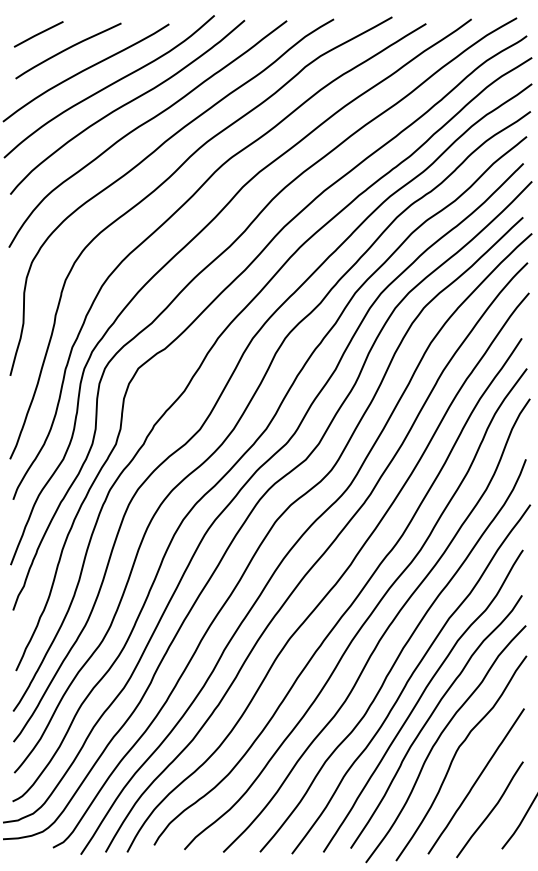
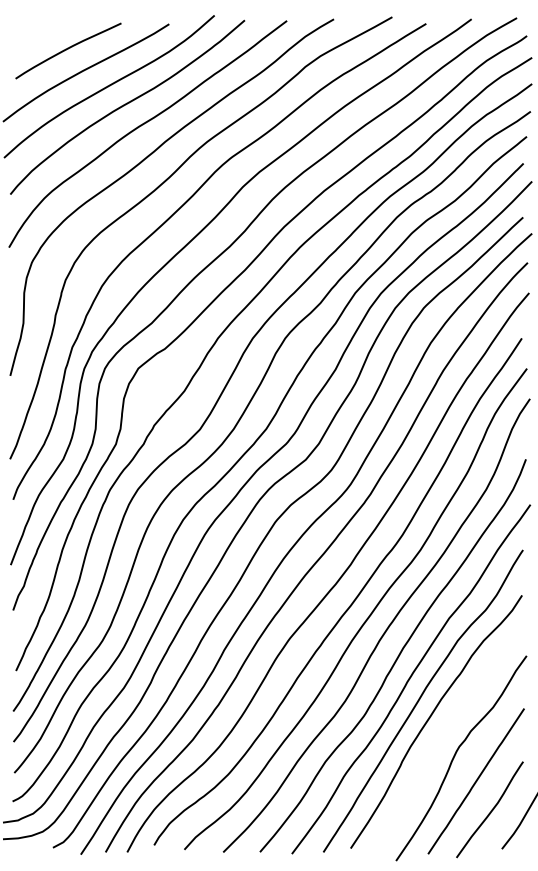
line at (38, 34): present -> none
curve at (438, 740): present -> none
